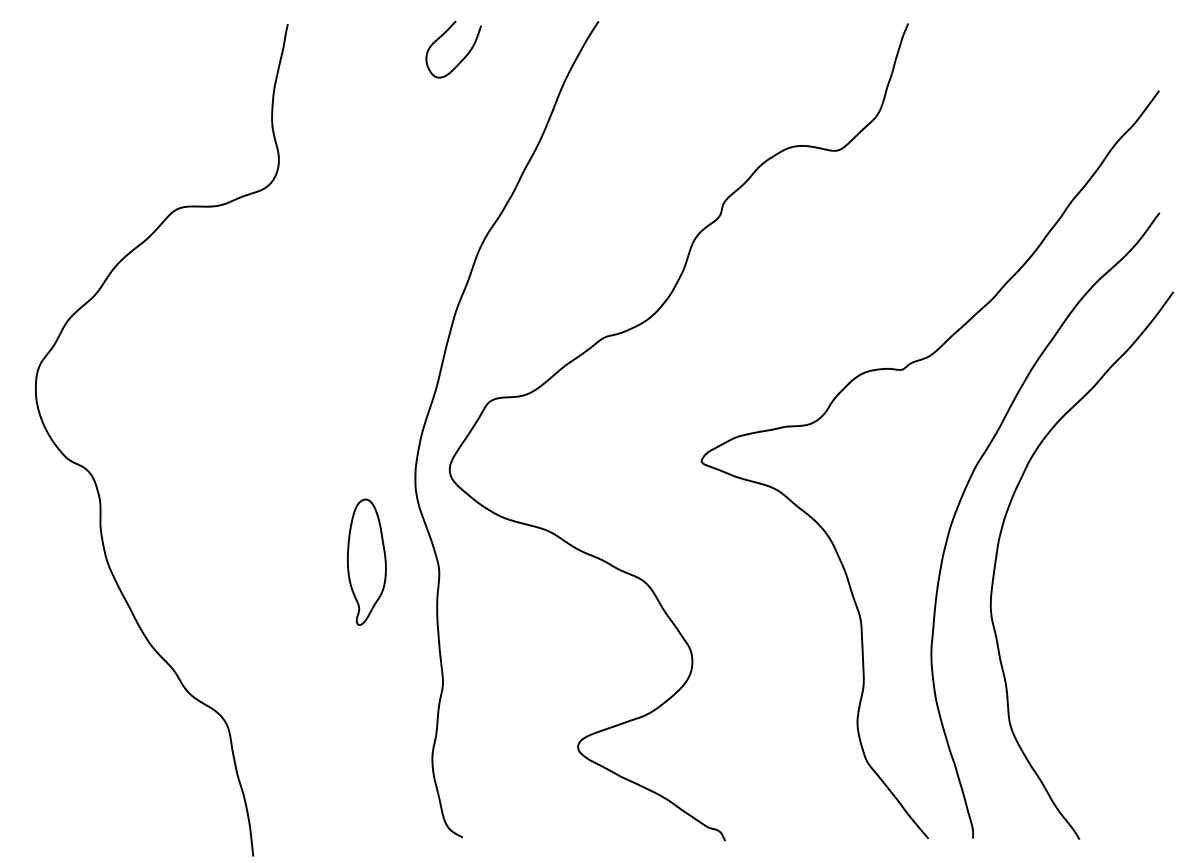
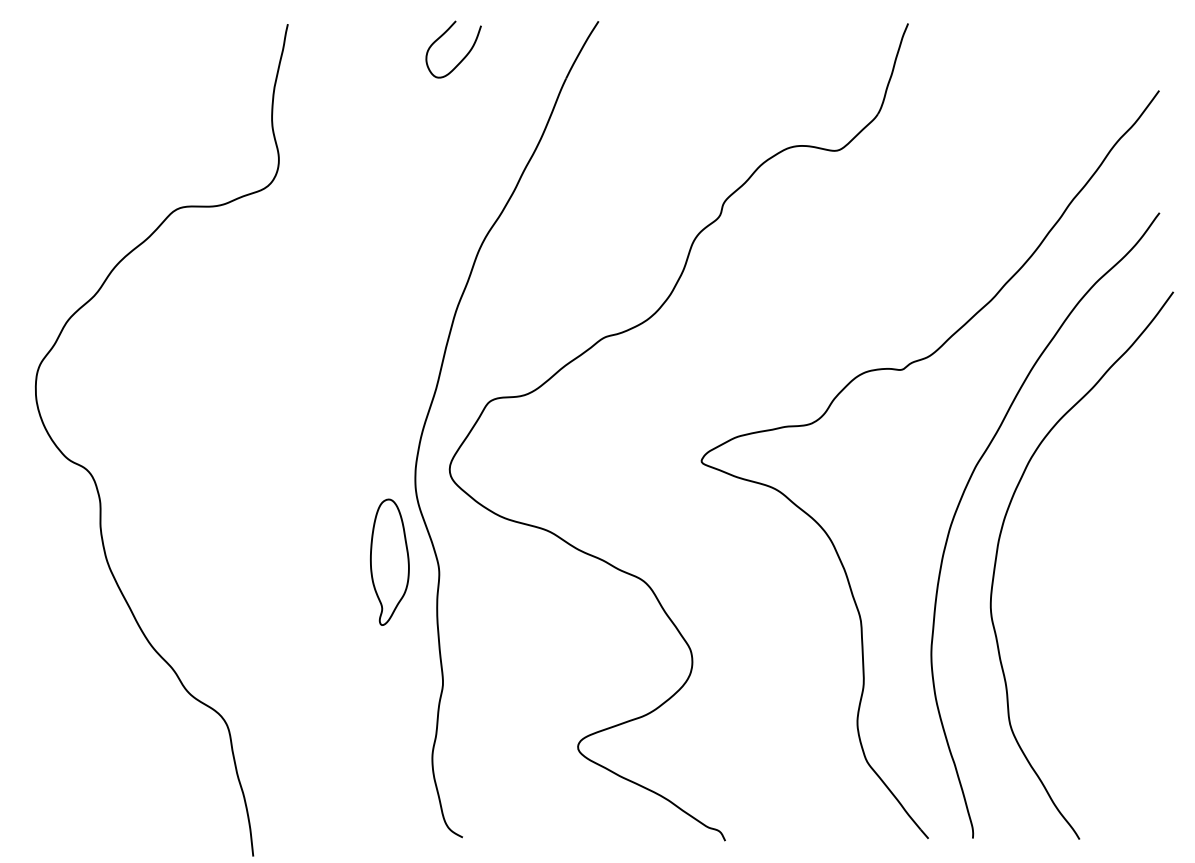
part at (366, 561) position: (366, 561) -> (389, 561)
